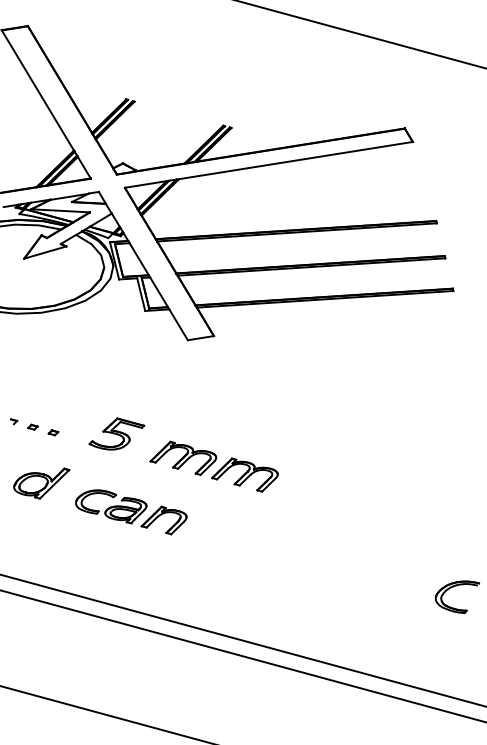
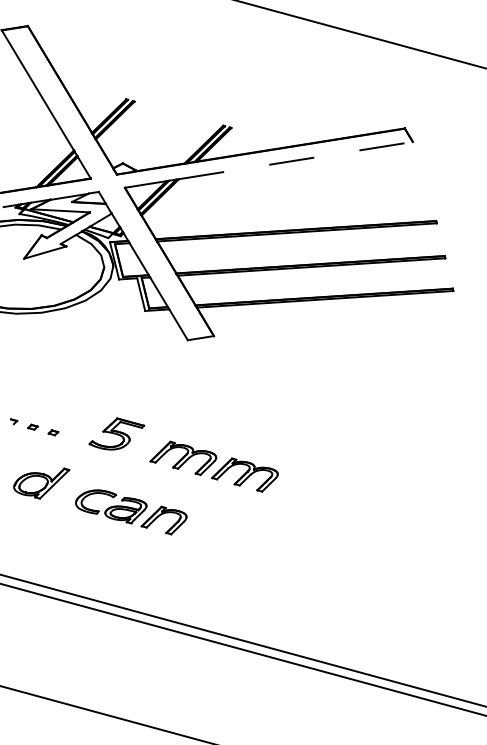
line at (296, 160): solid -> dashed
part at (453, 587): present -> none
line at (242, 655) position: (242, 655) -> (242, 649)
